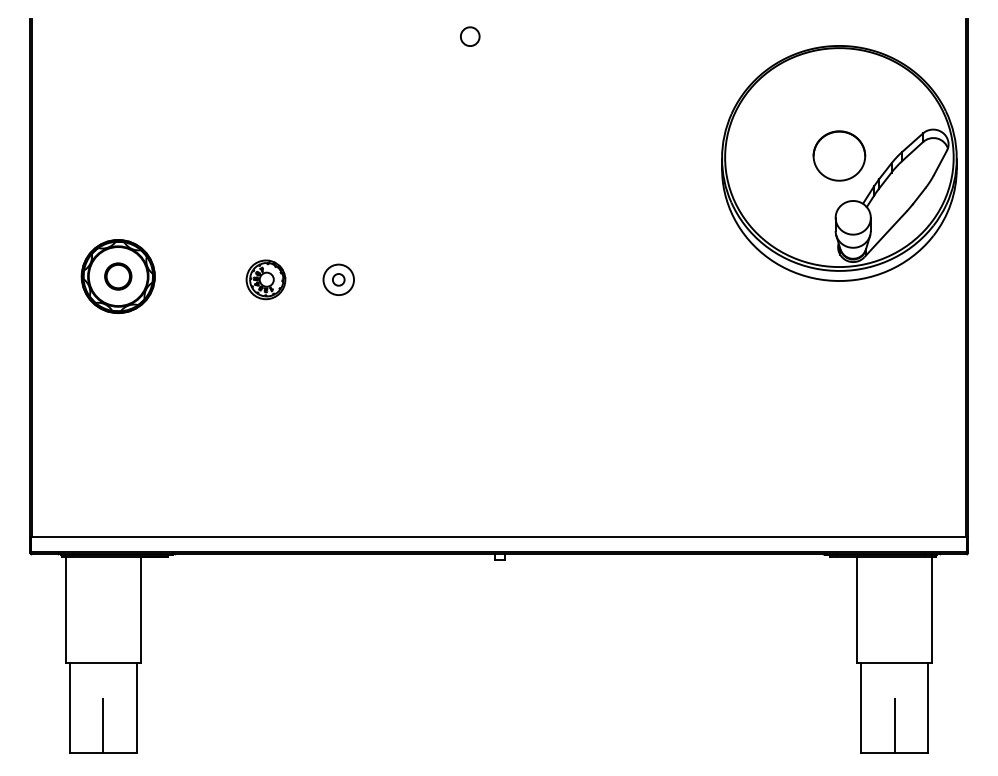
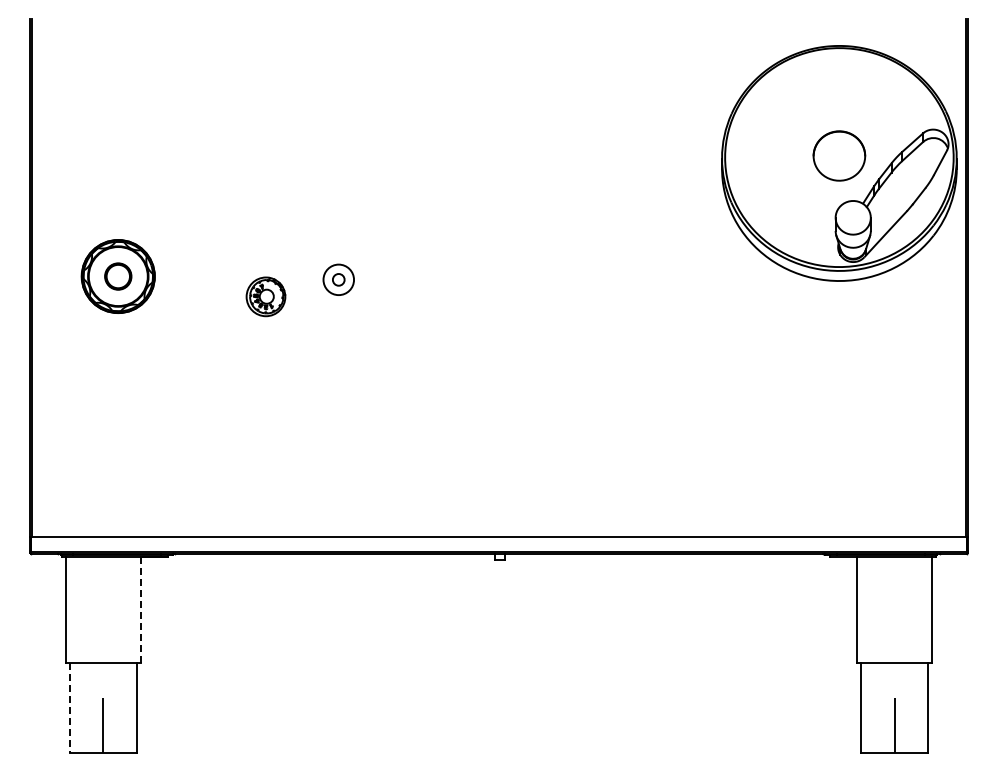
circle at (470, 36): present -> none
part at (265, 279) position: (265, 279) -> (265, 296)
line at (140, 609): solid -> dashed
line at (70, 708): solid -> dashed
